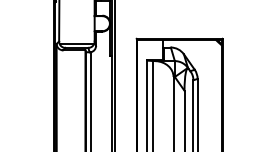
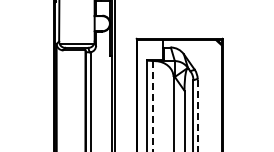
line at (152, 106): solid -> dashed
line at (197, 114): solid -> dashed
